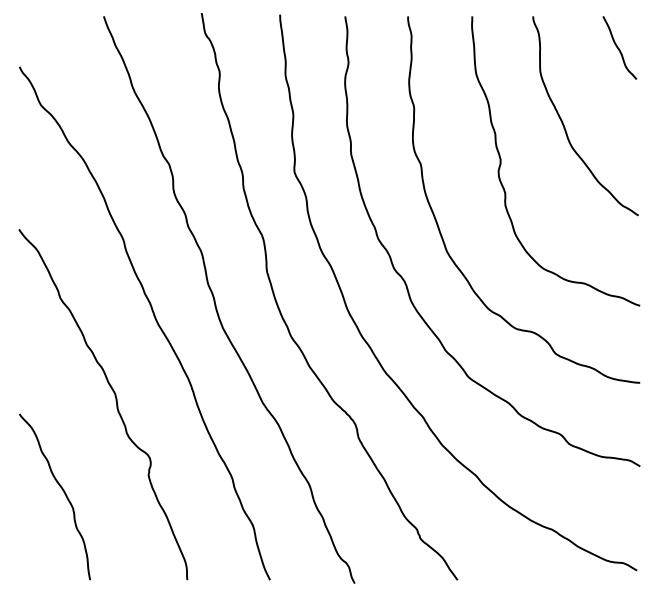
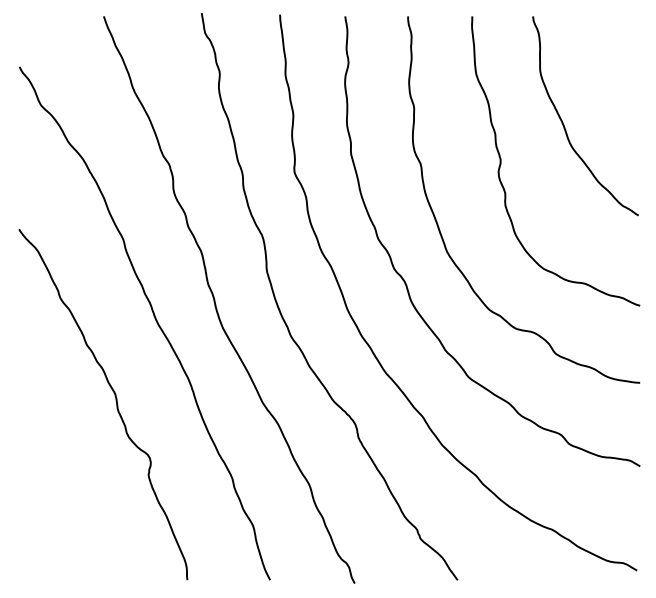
curve at (618, 47): present -> none
curve at (63, 492): present -> none
